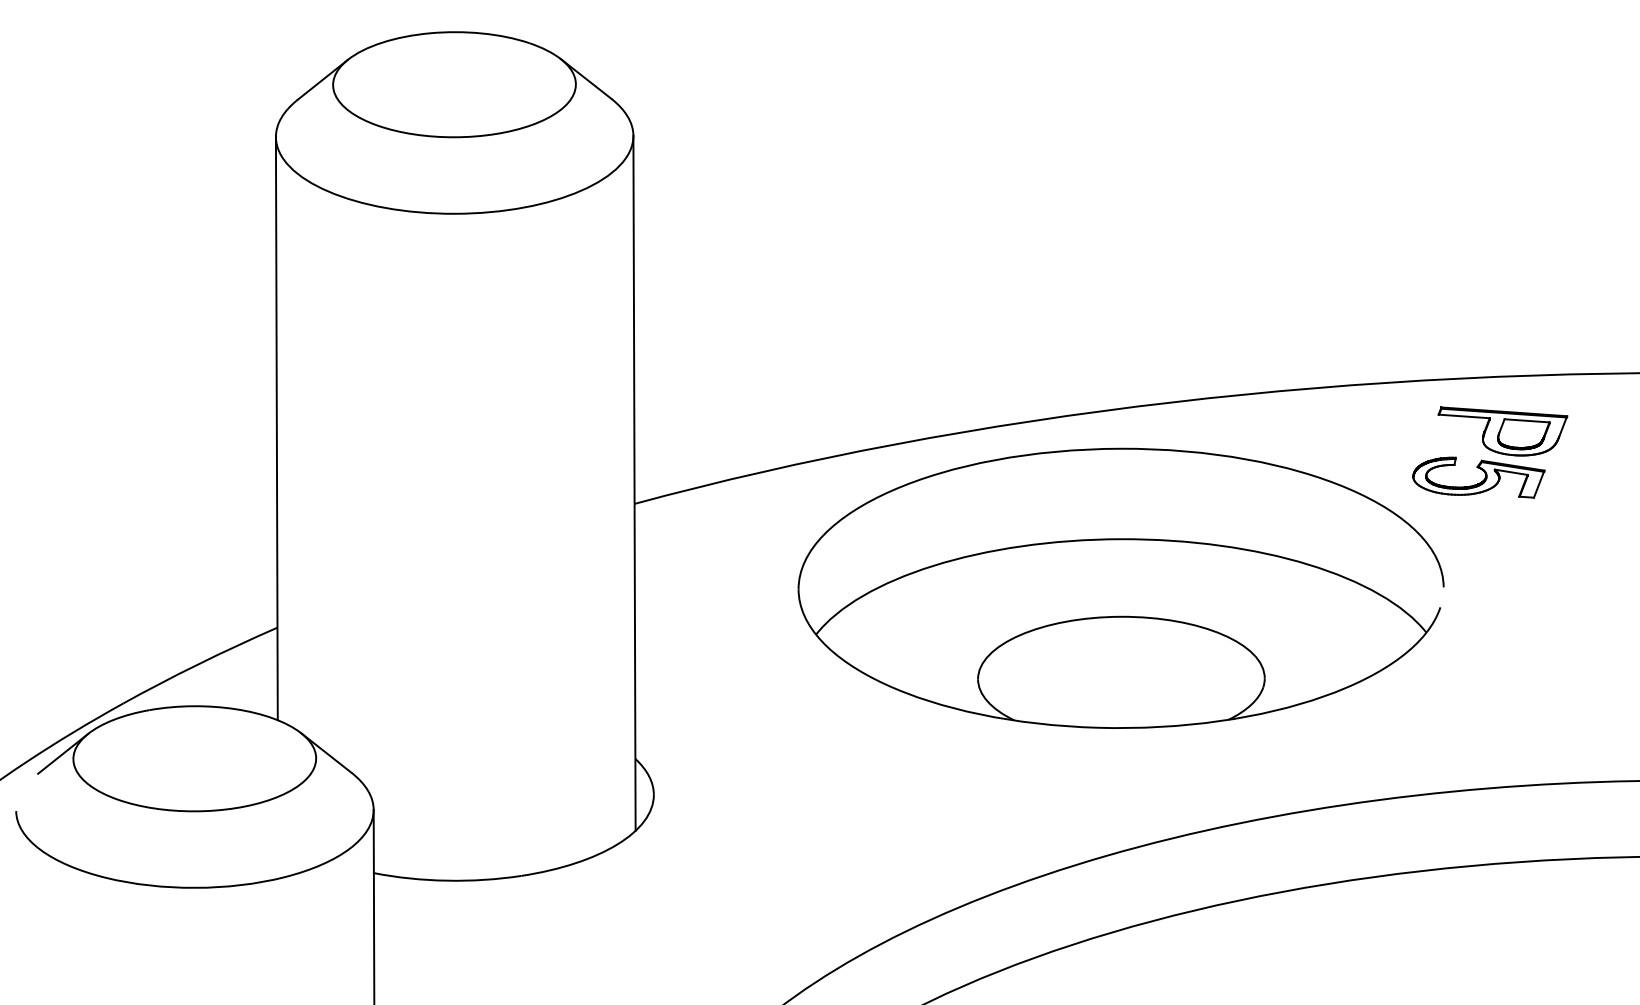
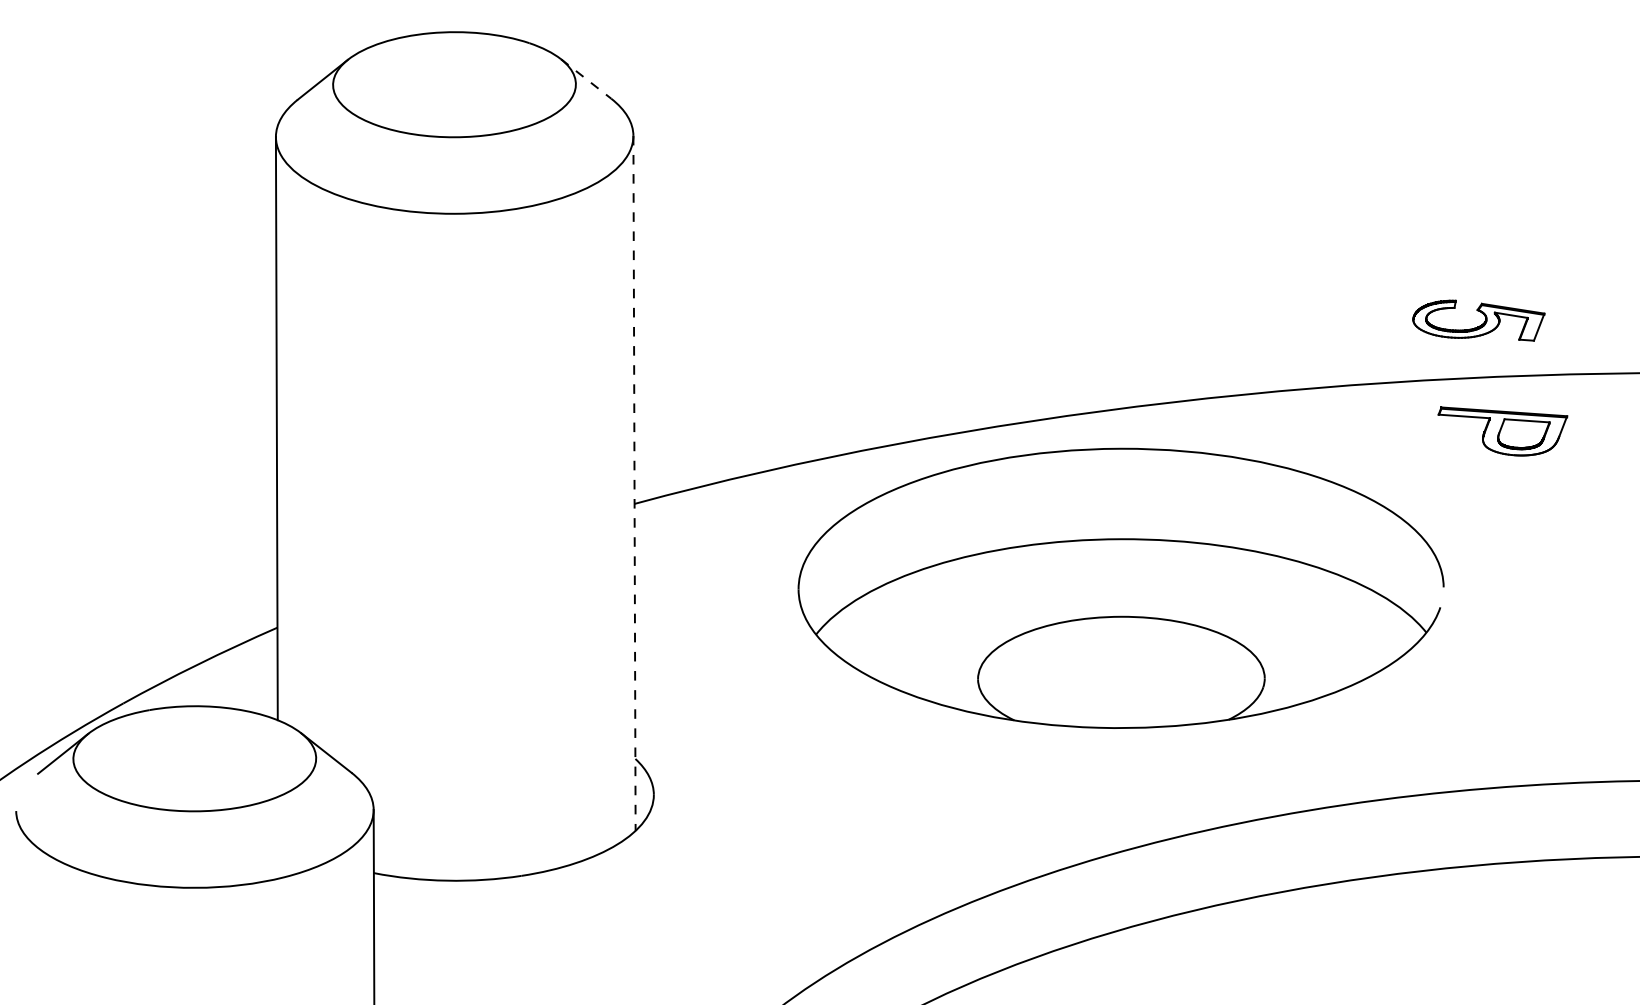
line at (586, 79): solid -> dashed
part at (1478, 477) position: (1478, 477) -> (1478, 320)
line at (634, 483): solid -> dashed
